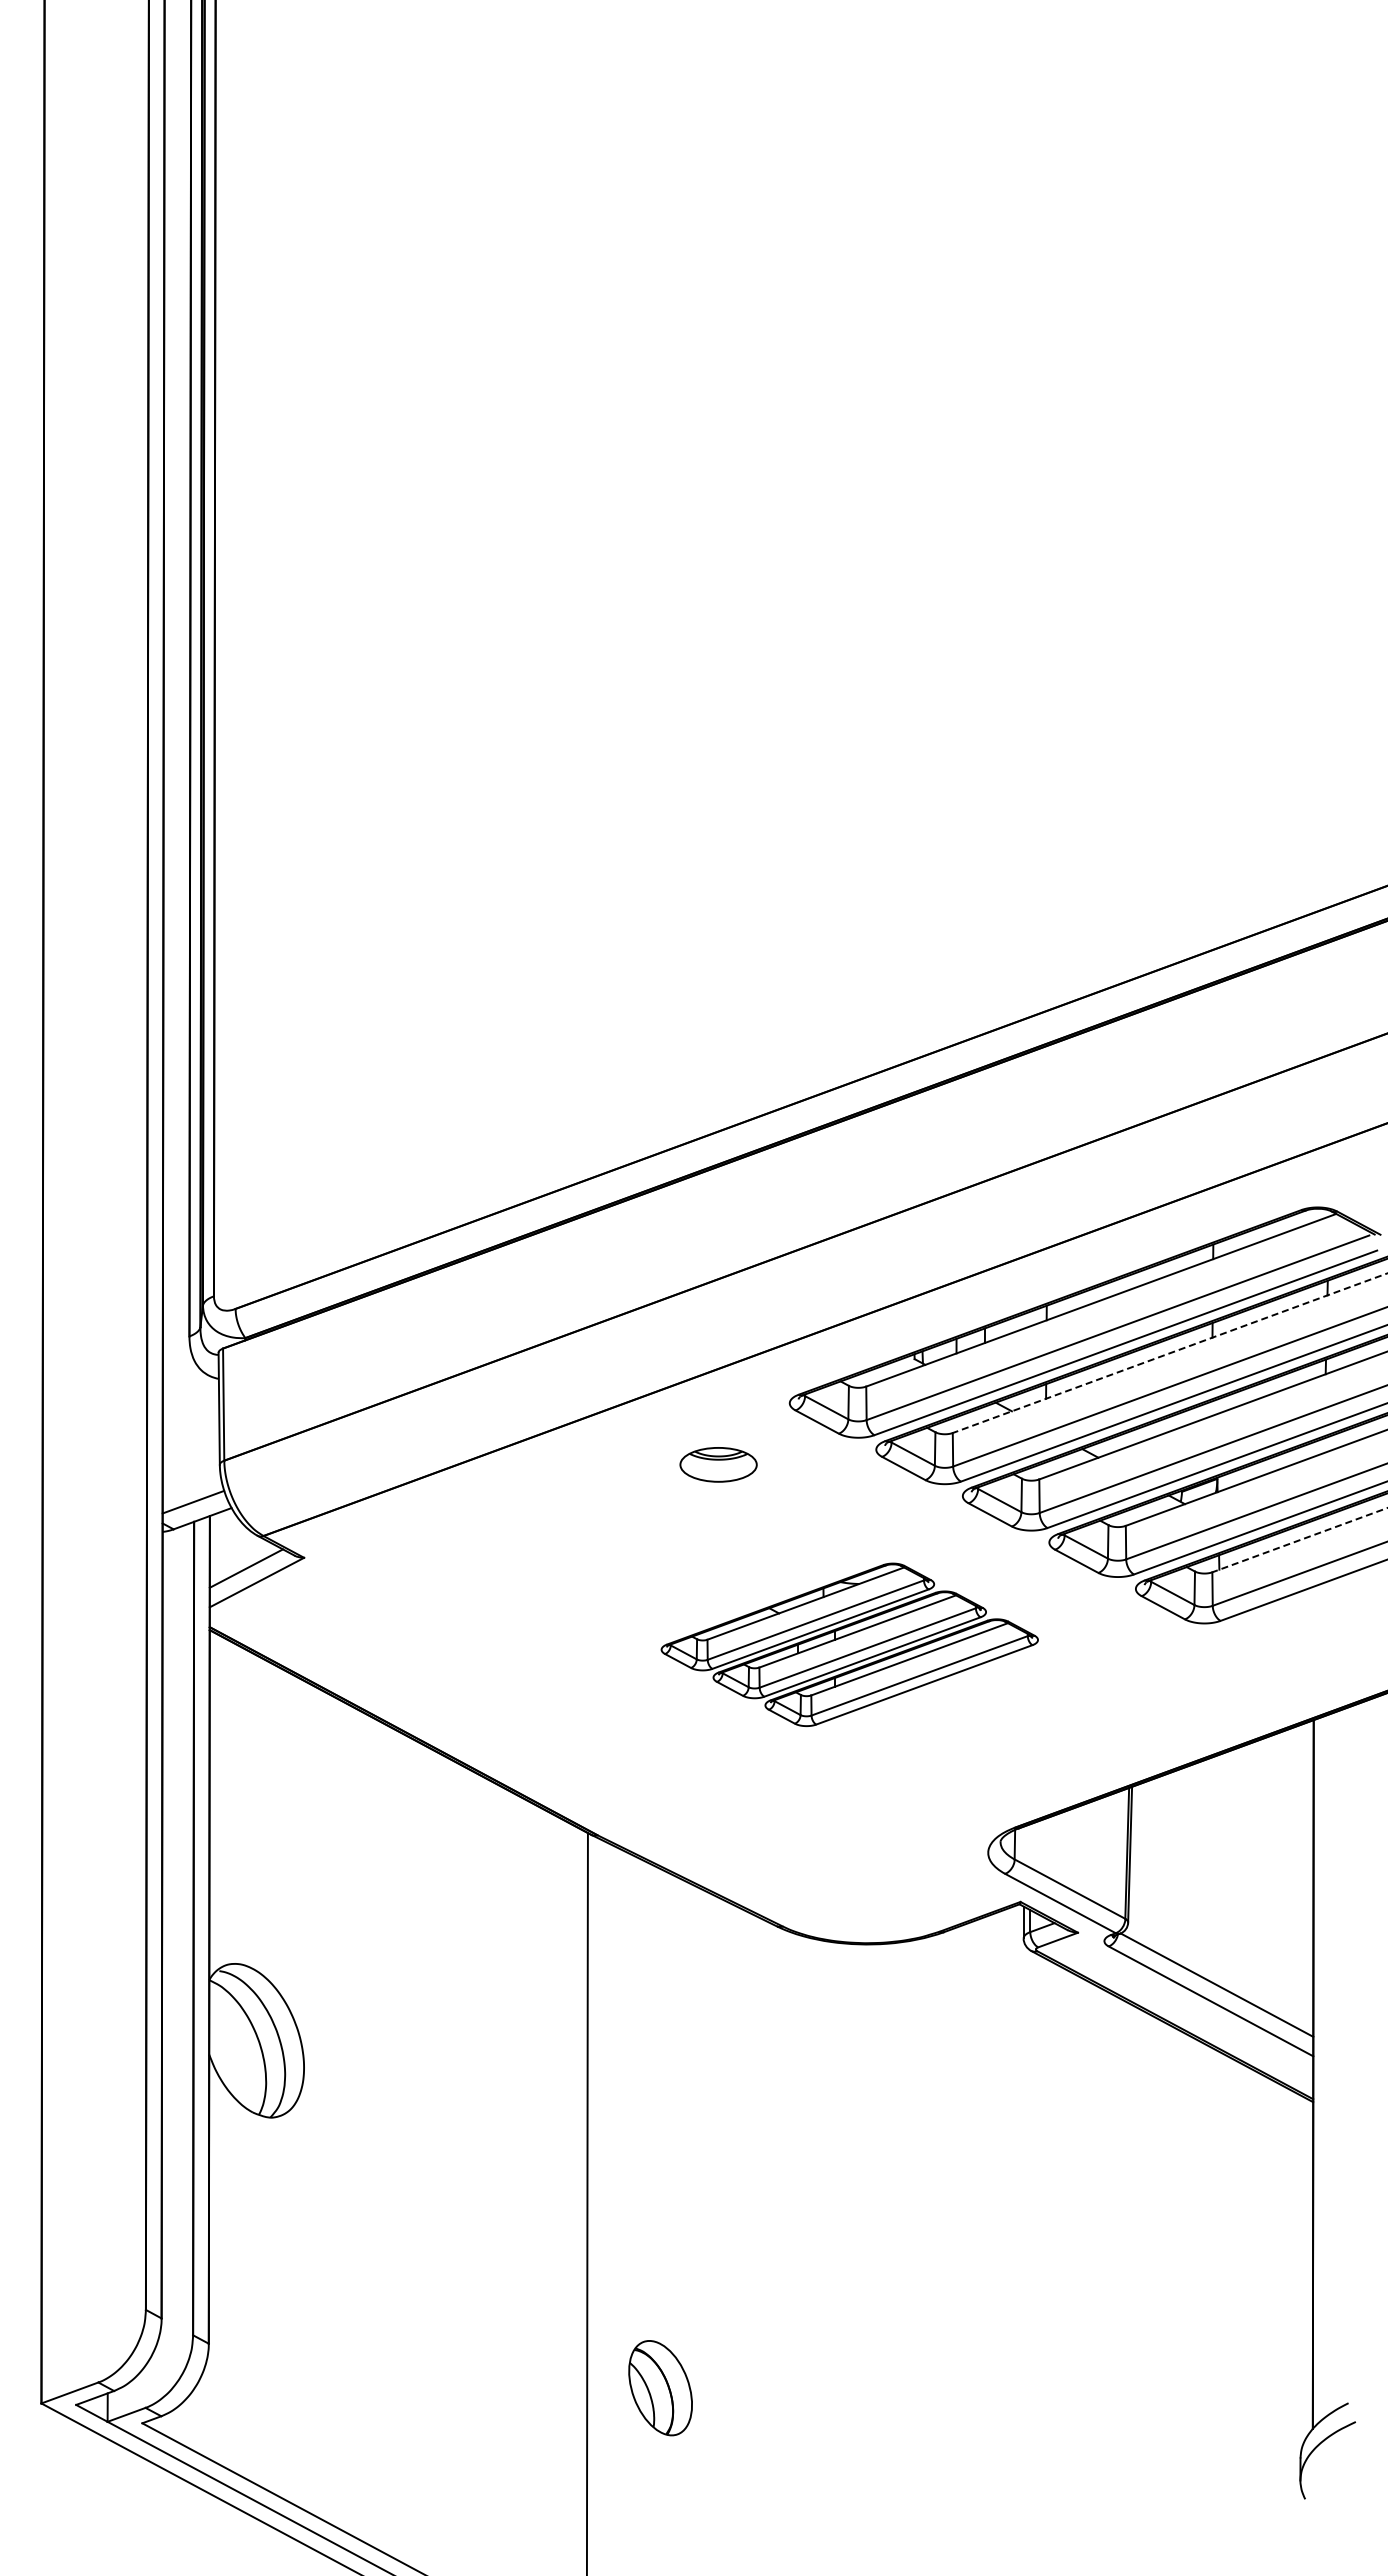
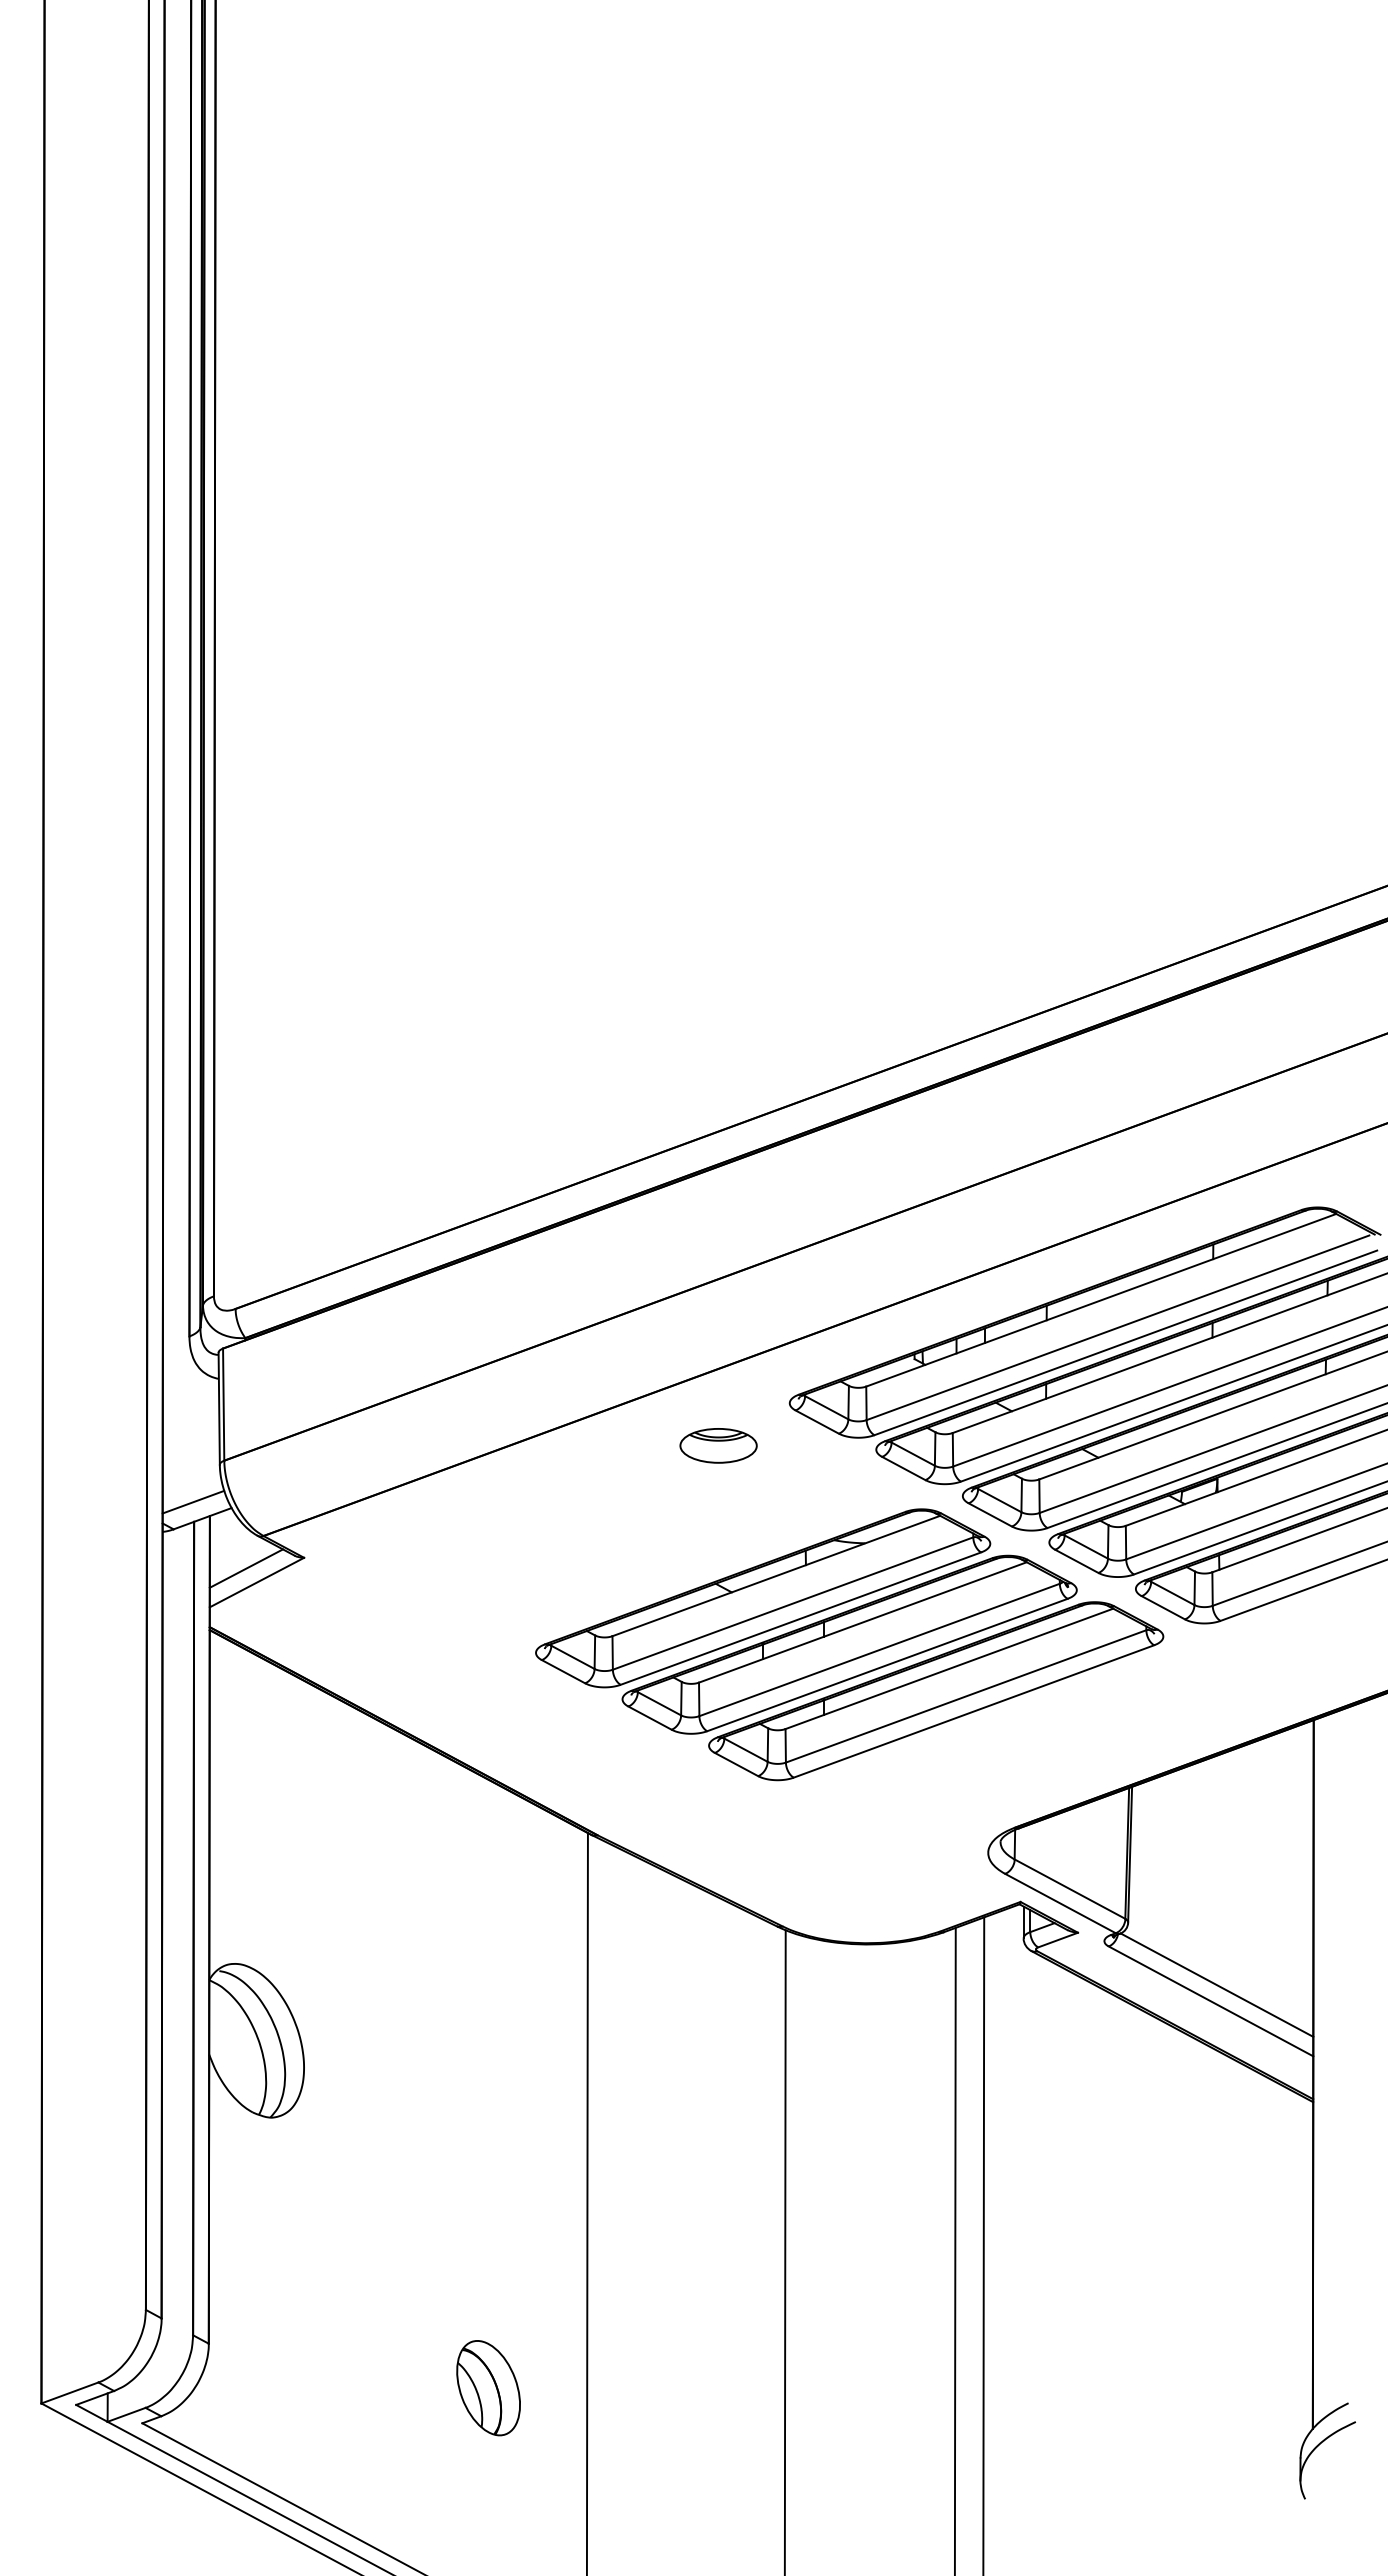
line at (1169, 1353): dashed -> solid
part at (718, 1464) position: (718, 1464) -> (718, 1445)
line at (1299, 1540): dashed -> solid
part at (849, 1644) size: 379x165 px -> 630x274 px
line at (983, 2244): none -> present
line at (954, 2249): none -> present
line at (784, 2251): none -> present
part at (660, 2388) position: (660, 2388) -> (488, 2388)
